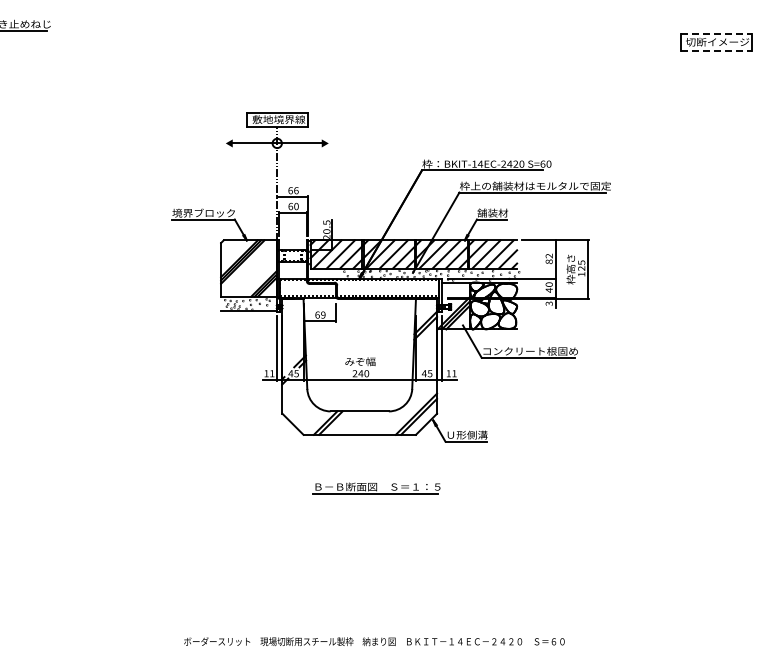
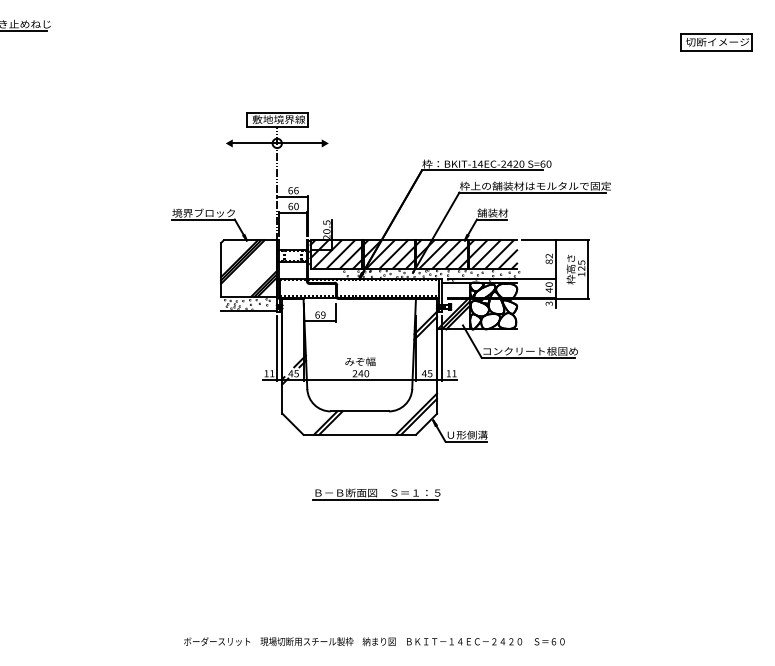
line at (716, 34): dashed -> solid
line at (716, 50): dashed -> solid
part at (376, 488) position: (376, 488) -> (376, 494)
